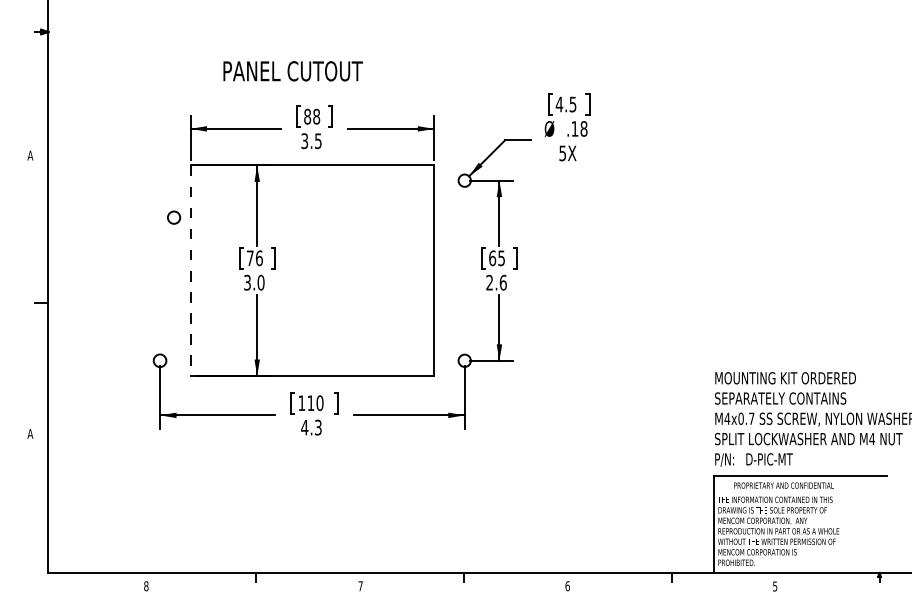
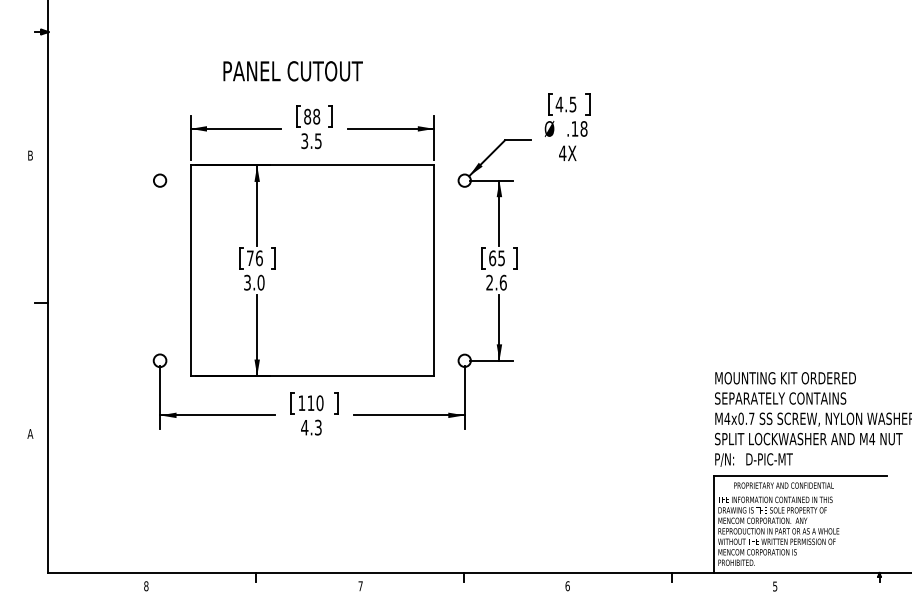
text at (562, 153): 5X -> 4X
text at (30, 155): A -> B
circle at (174, 217) position: (174, 217) -> (160, 180)
line at (190, 271): dashed -> solid
